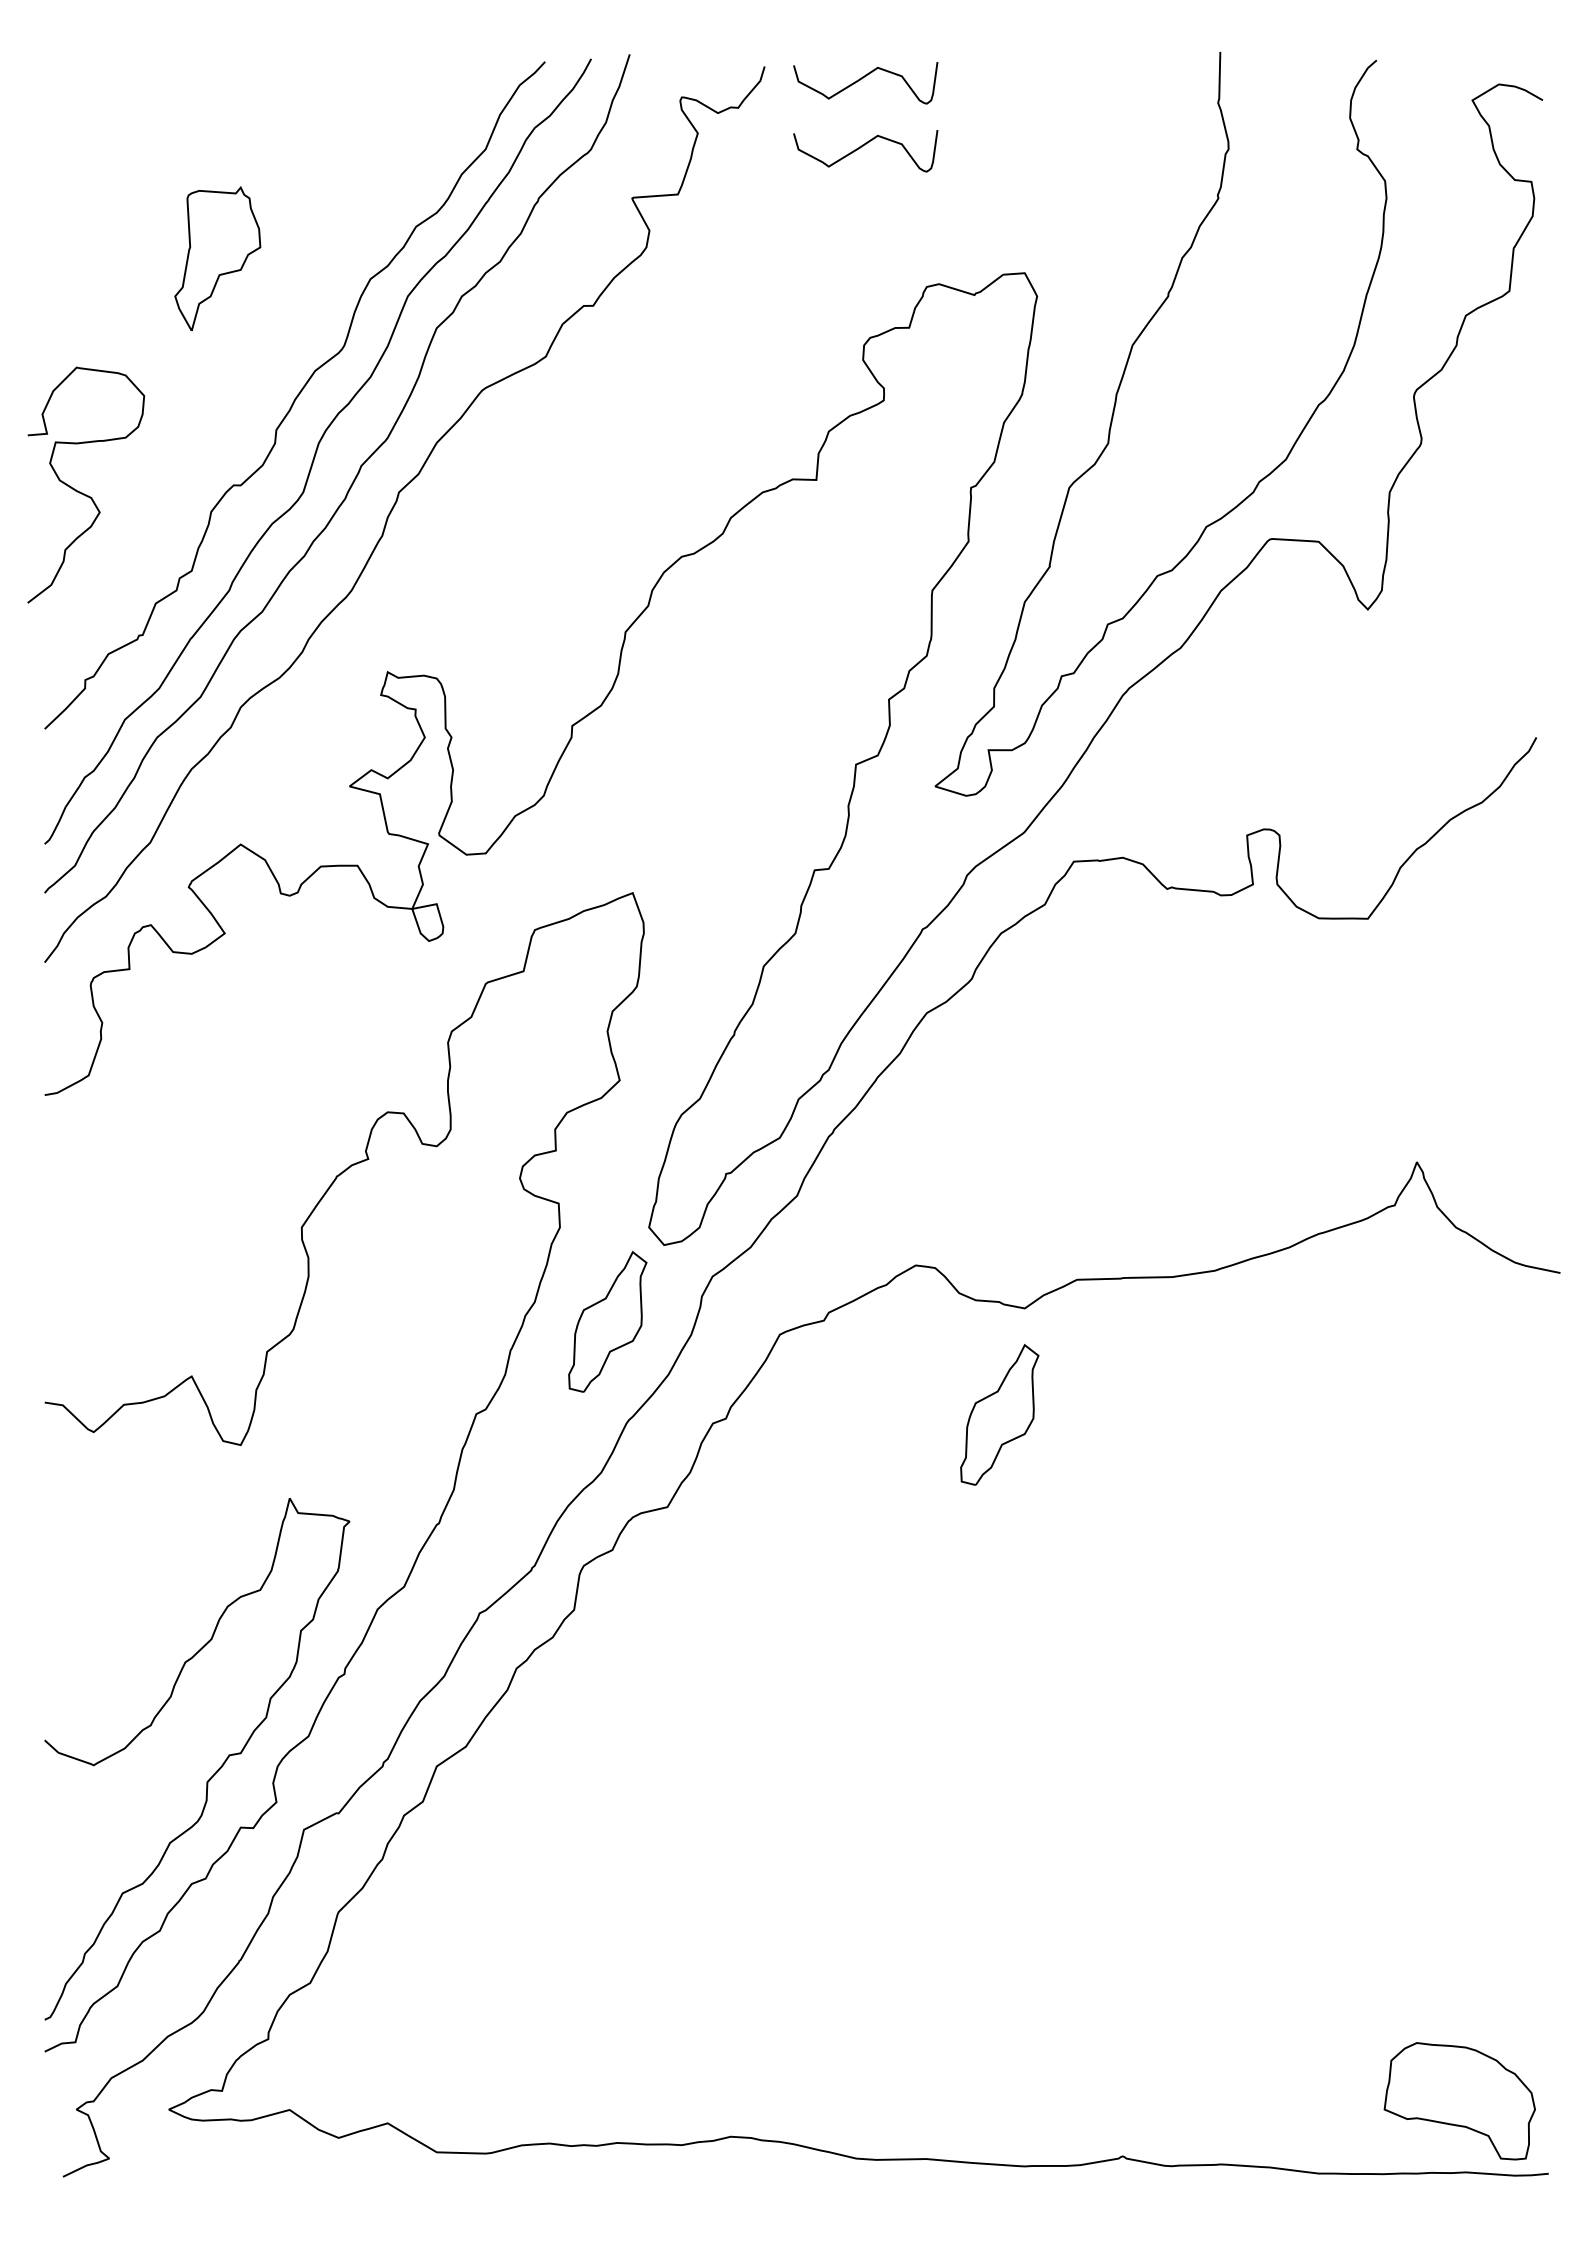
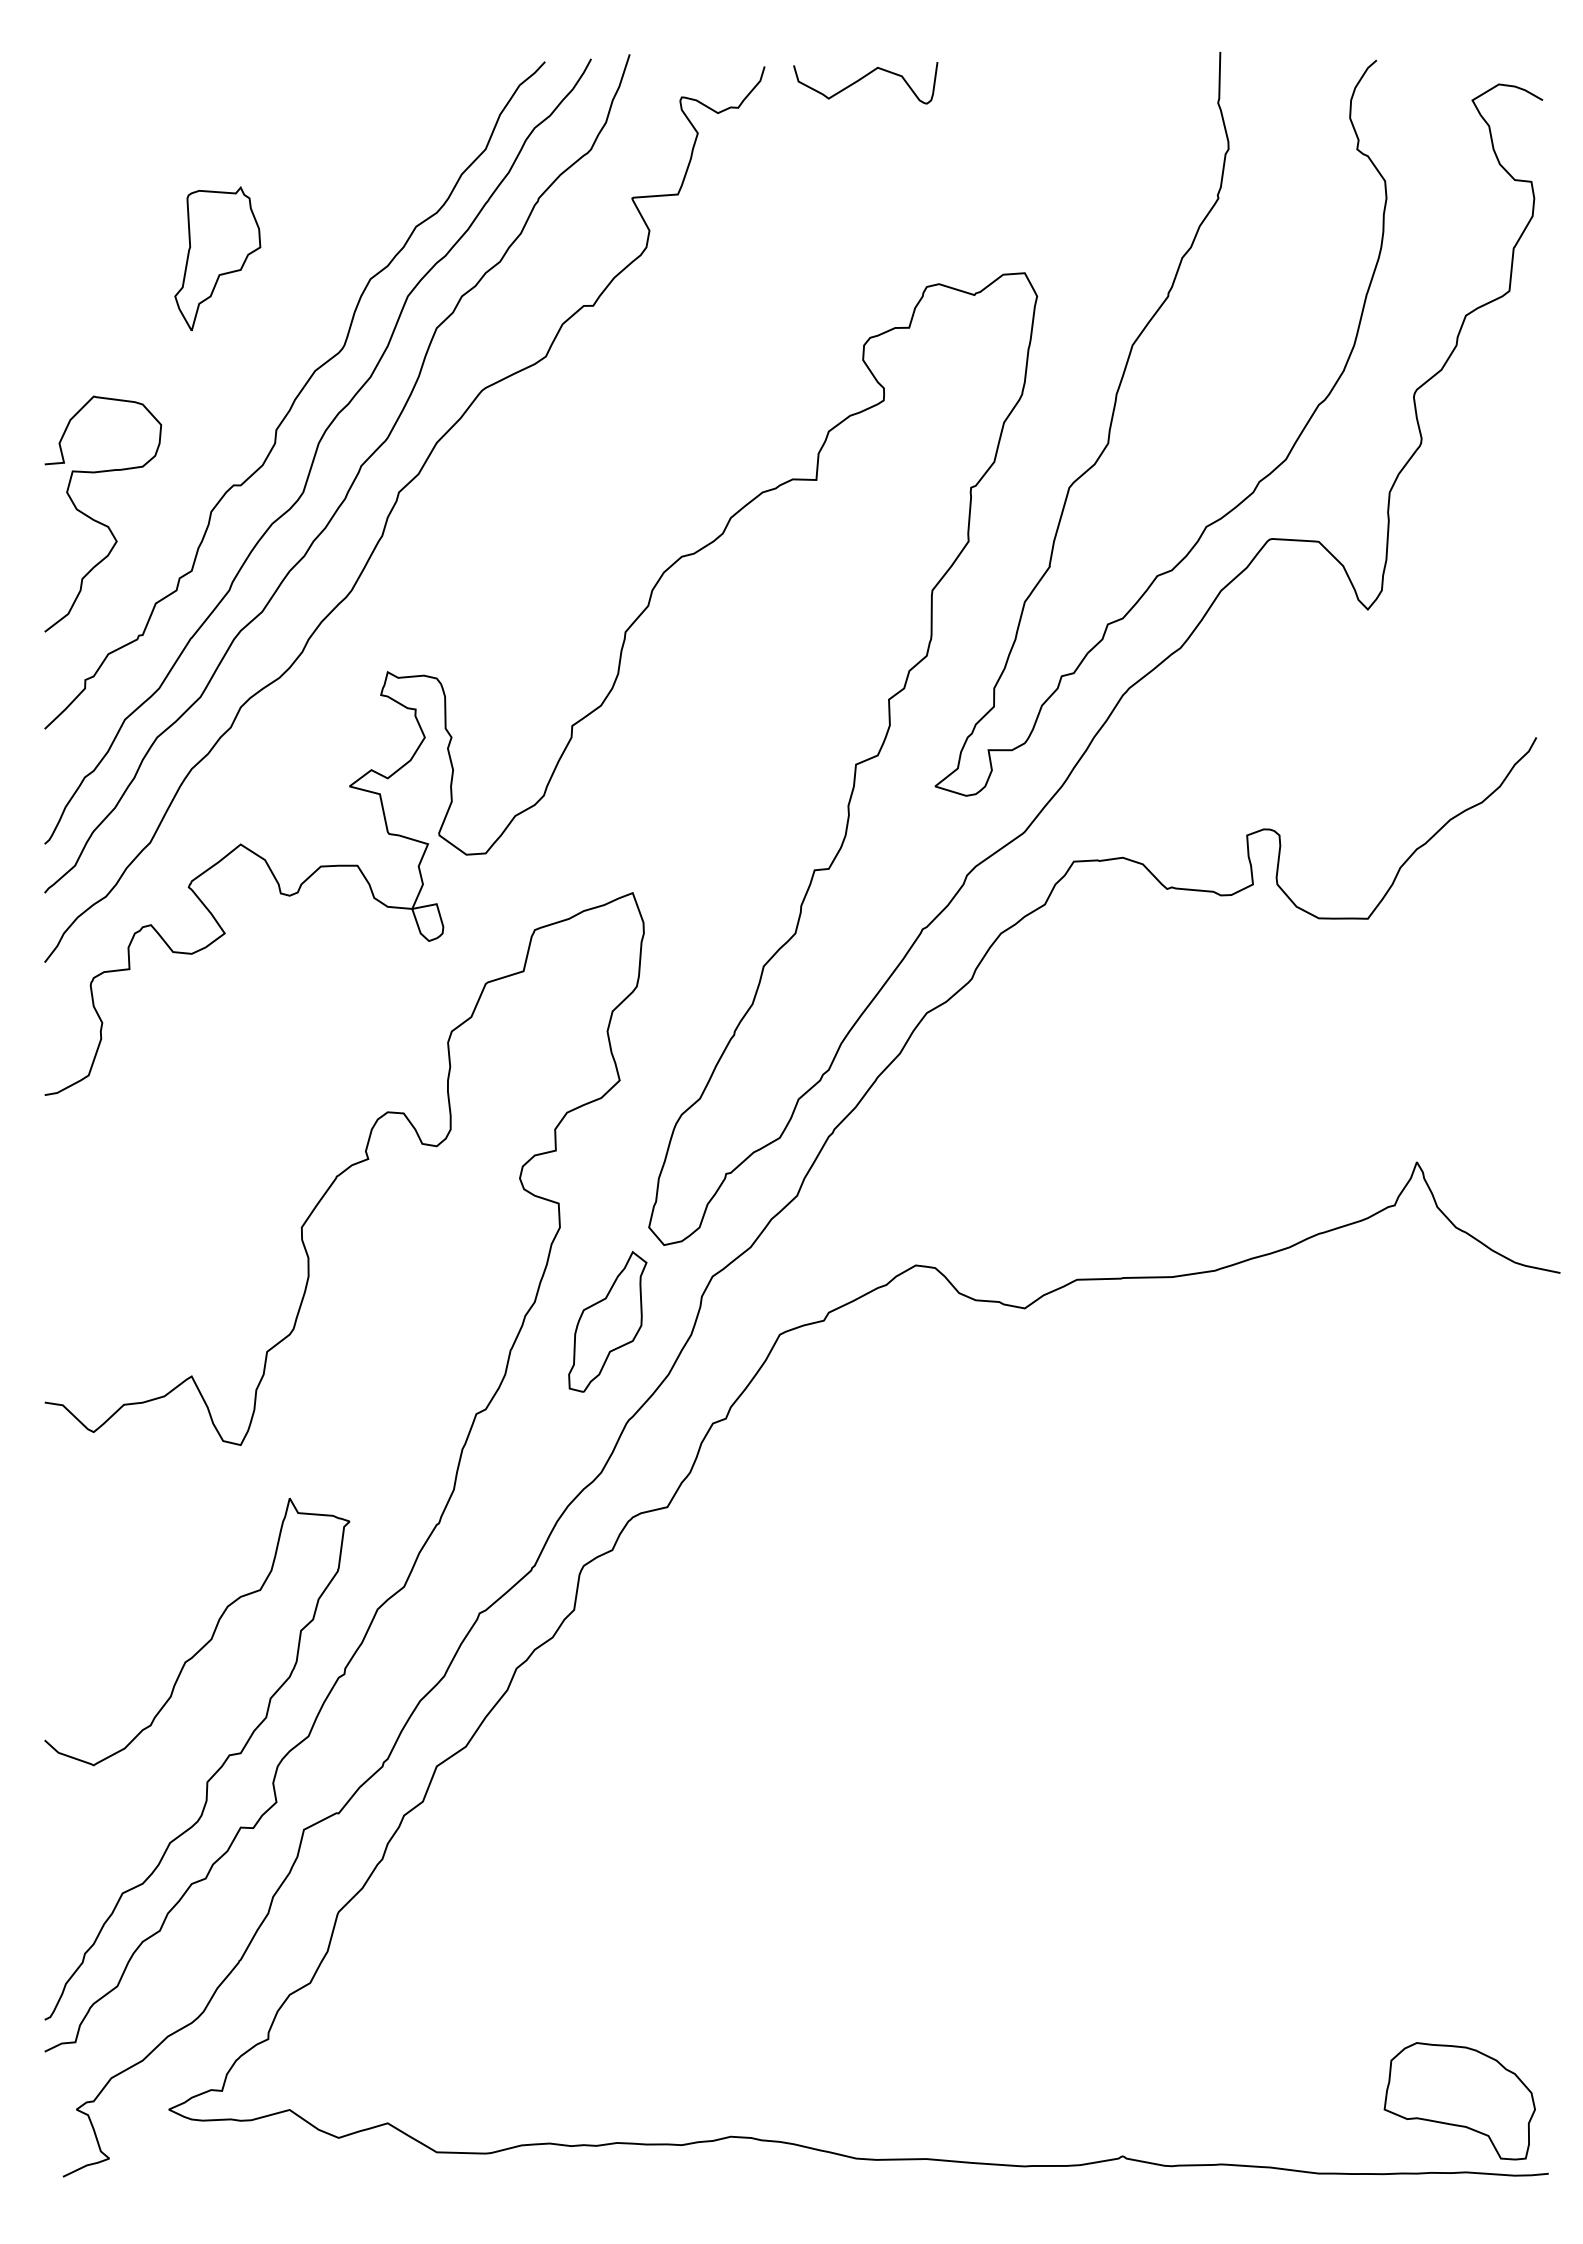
curve at (863, 146): present -> none
curve at (82, 492) position: (82, 492) -> (99, 521)
part at (999, 1414): present -> none
